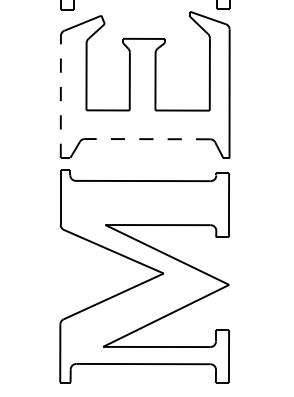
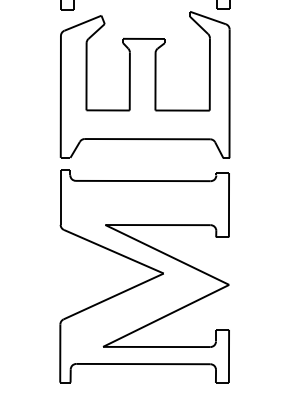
line at (60, 96): dashed -> solid
line at (147, 139): dashed -> solid
